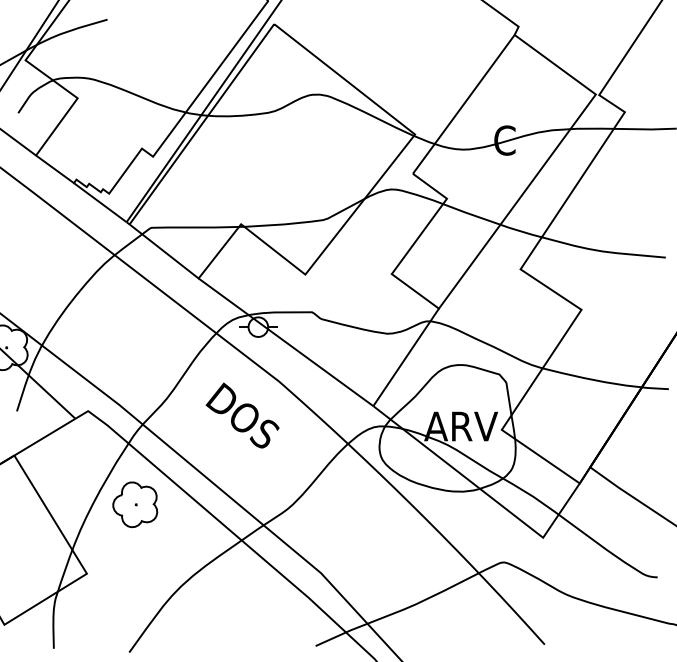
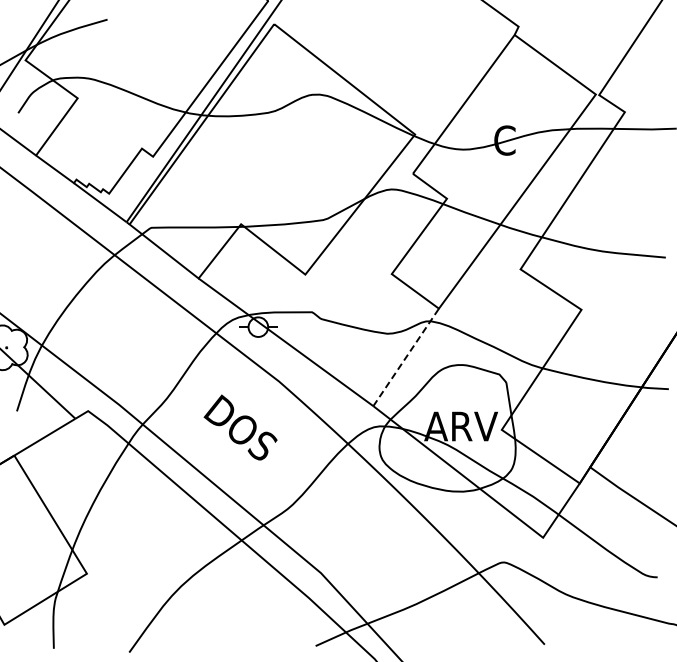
line at (406, 357): solid -> dashed
text at (242, 415) position: (242, 415) -> (240, 427)
part at (135, 504): present -> none
